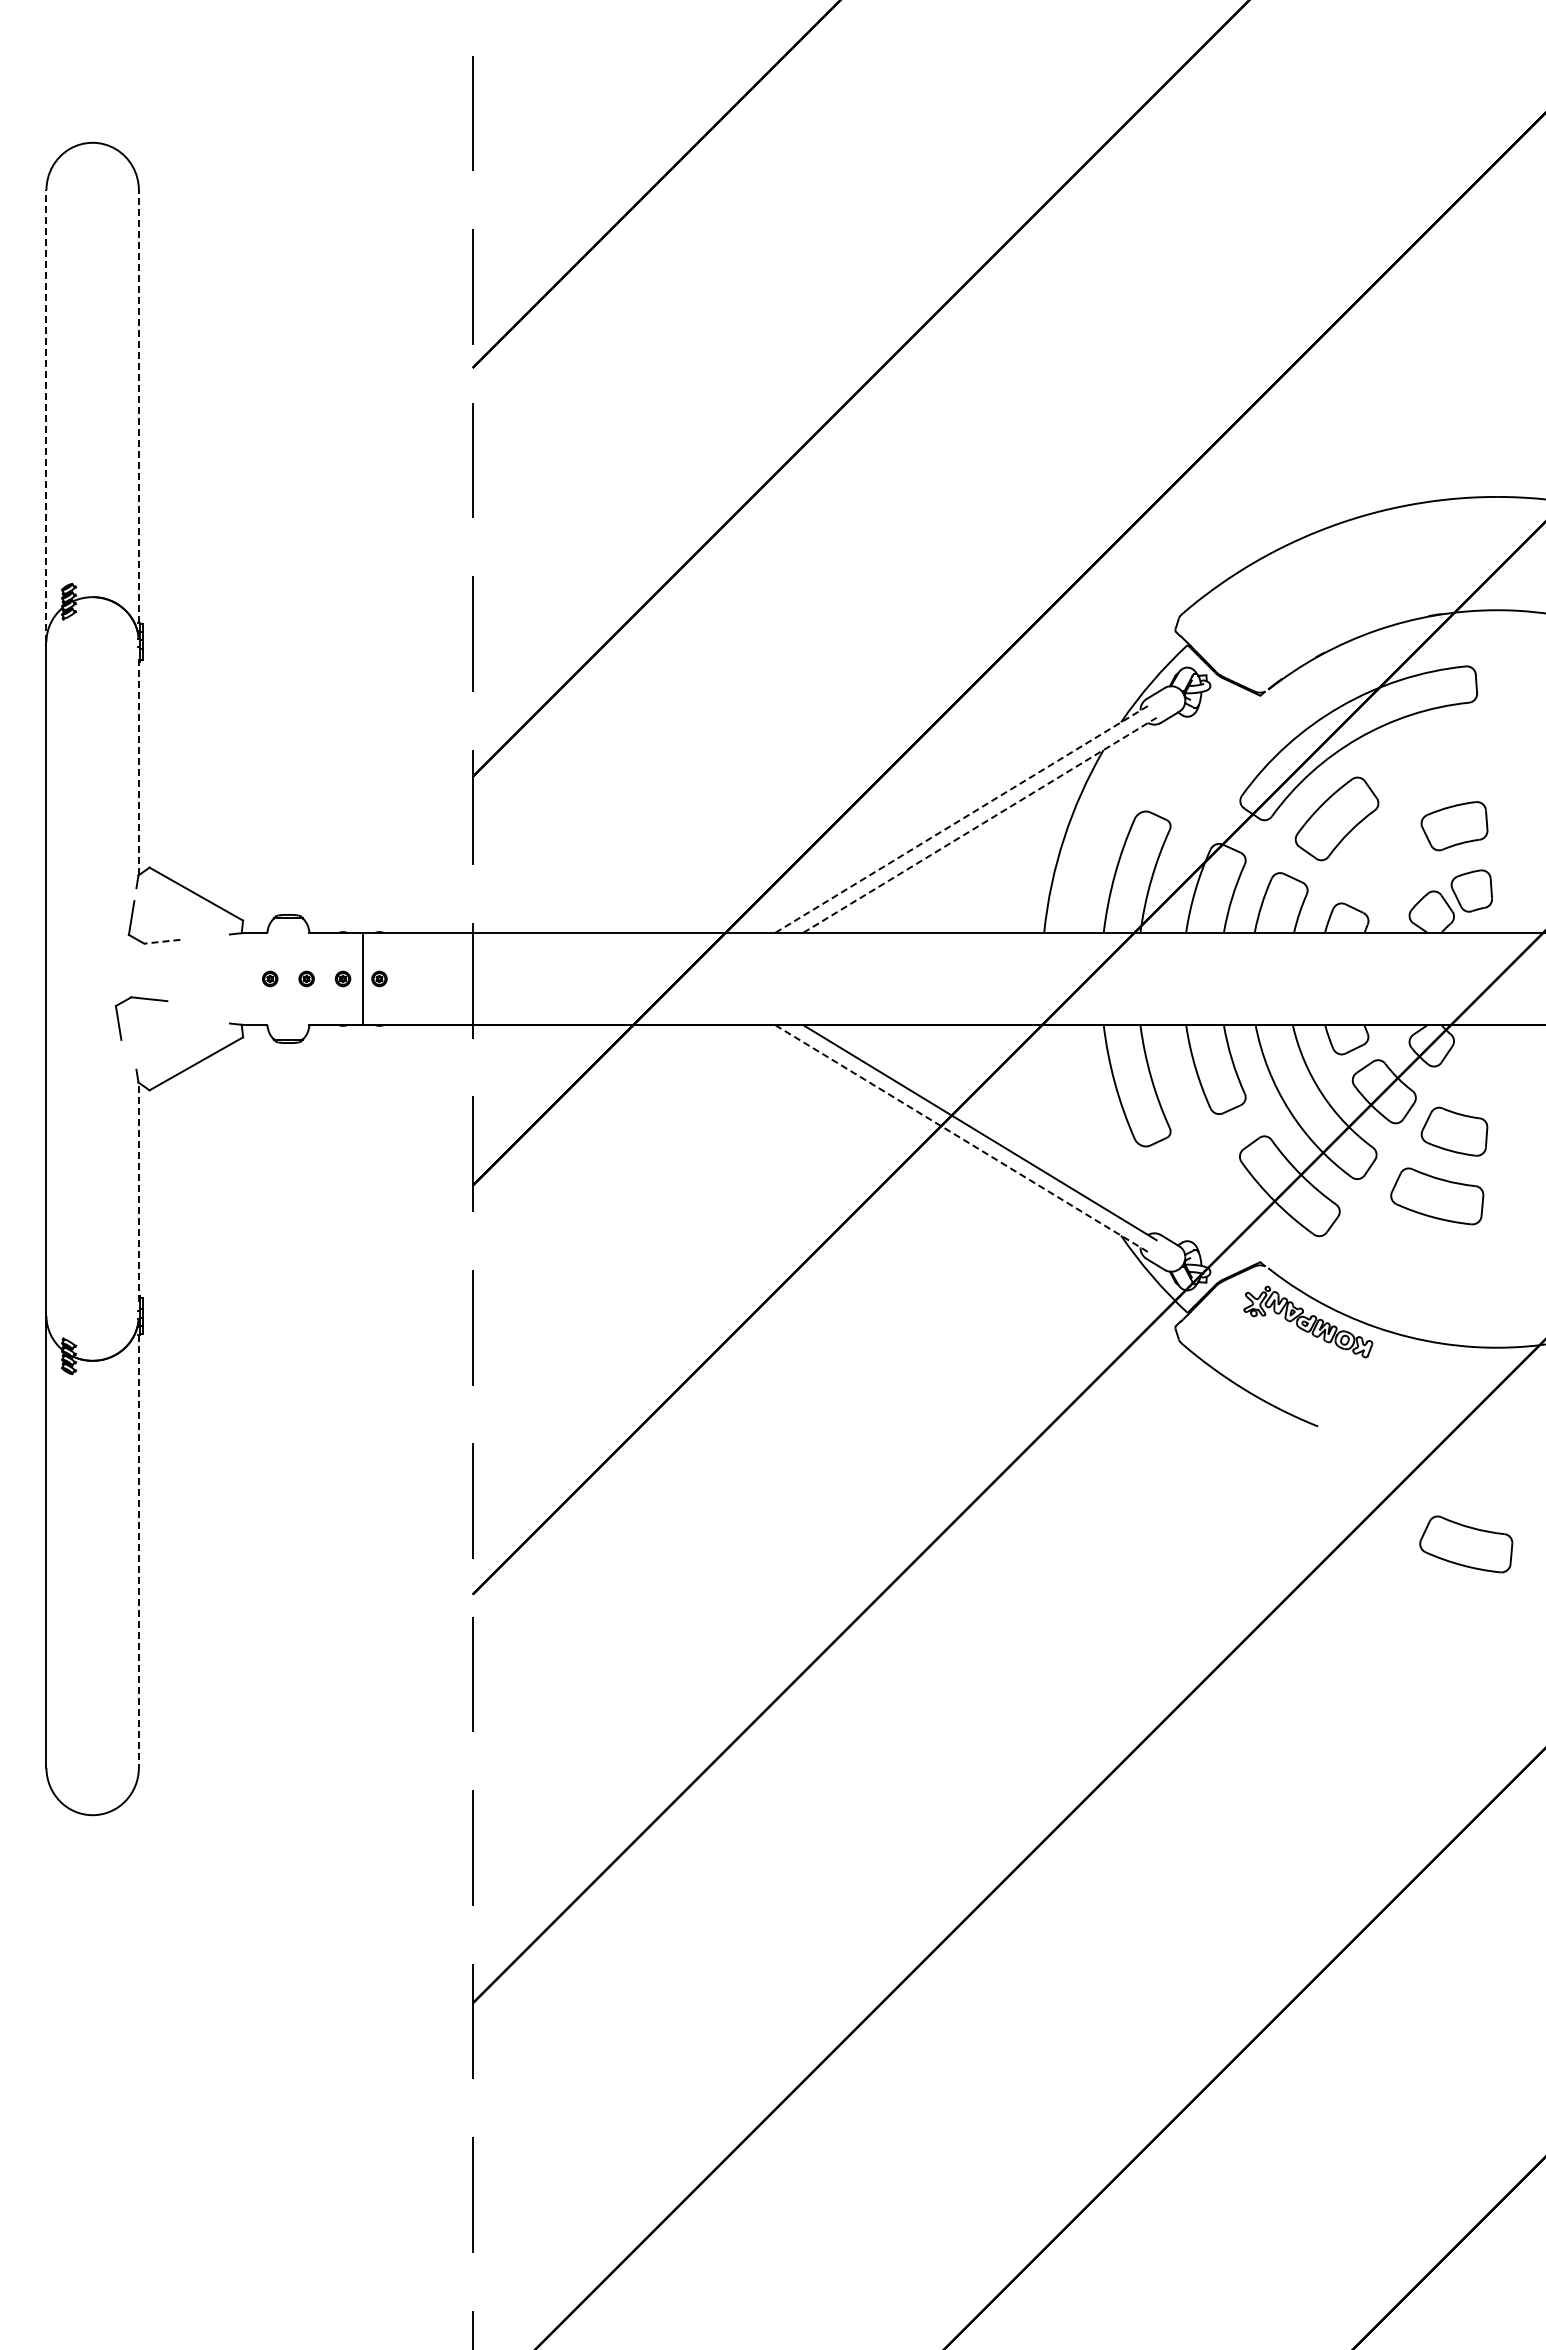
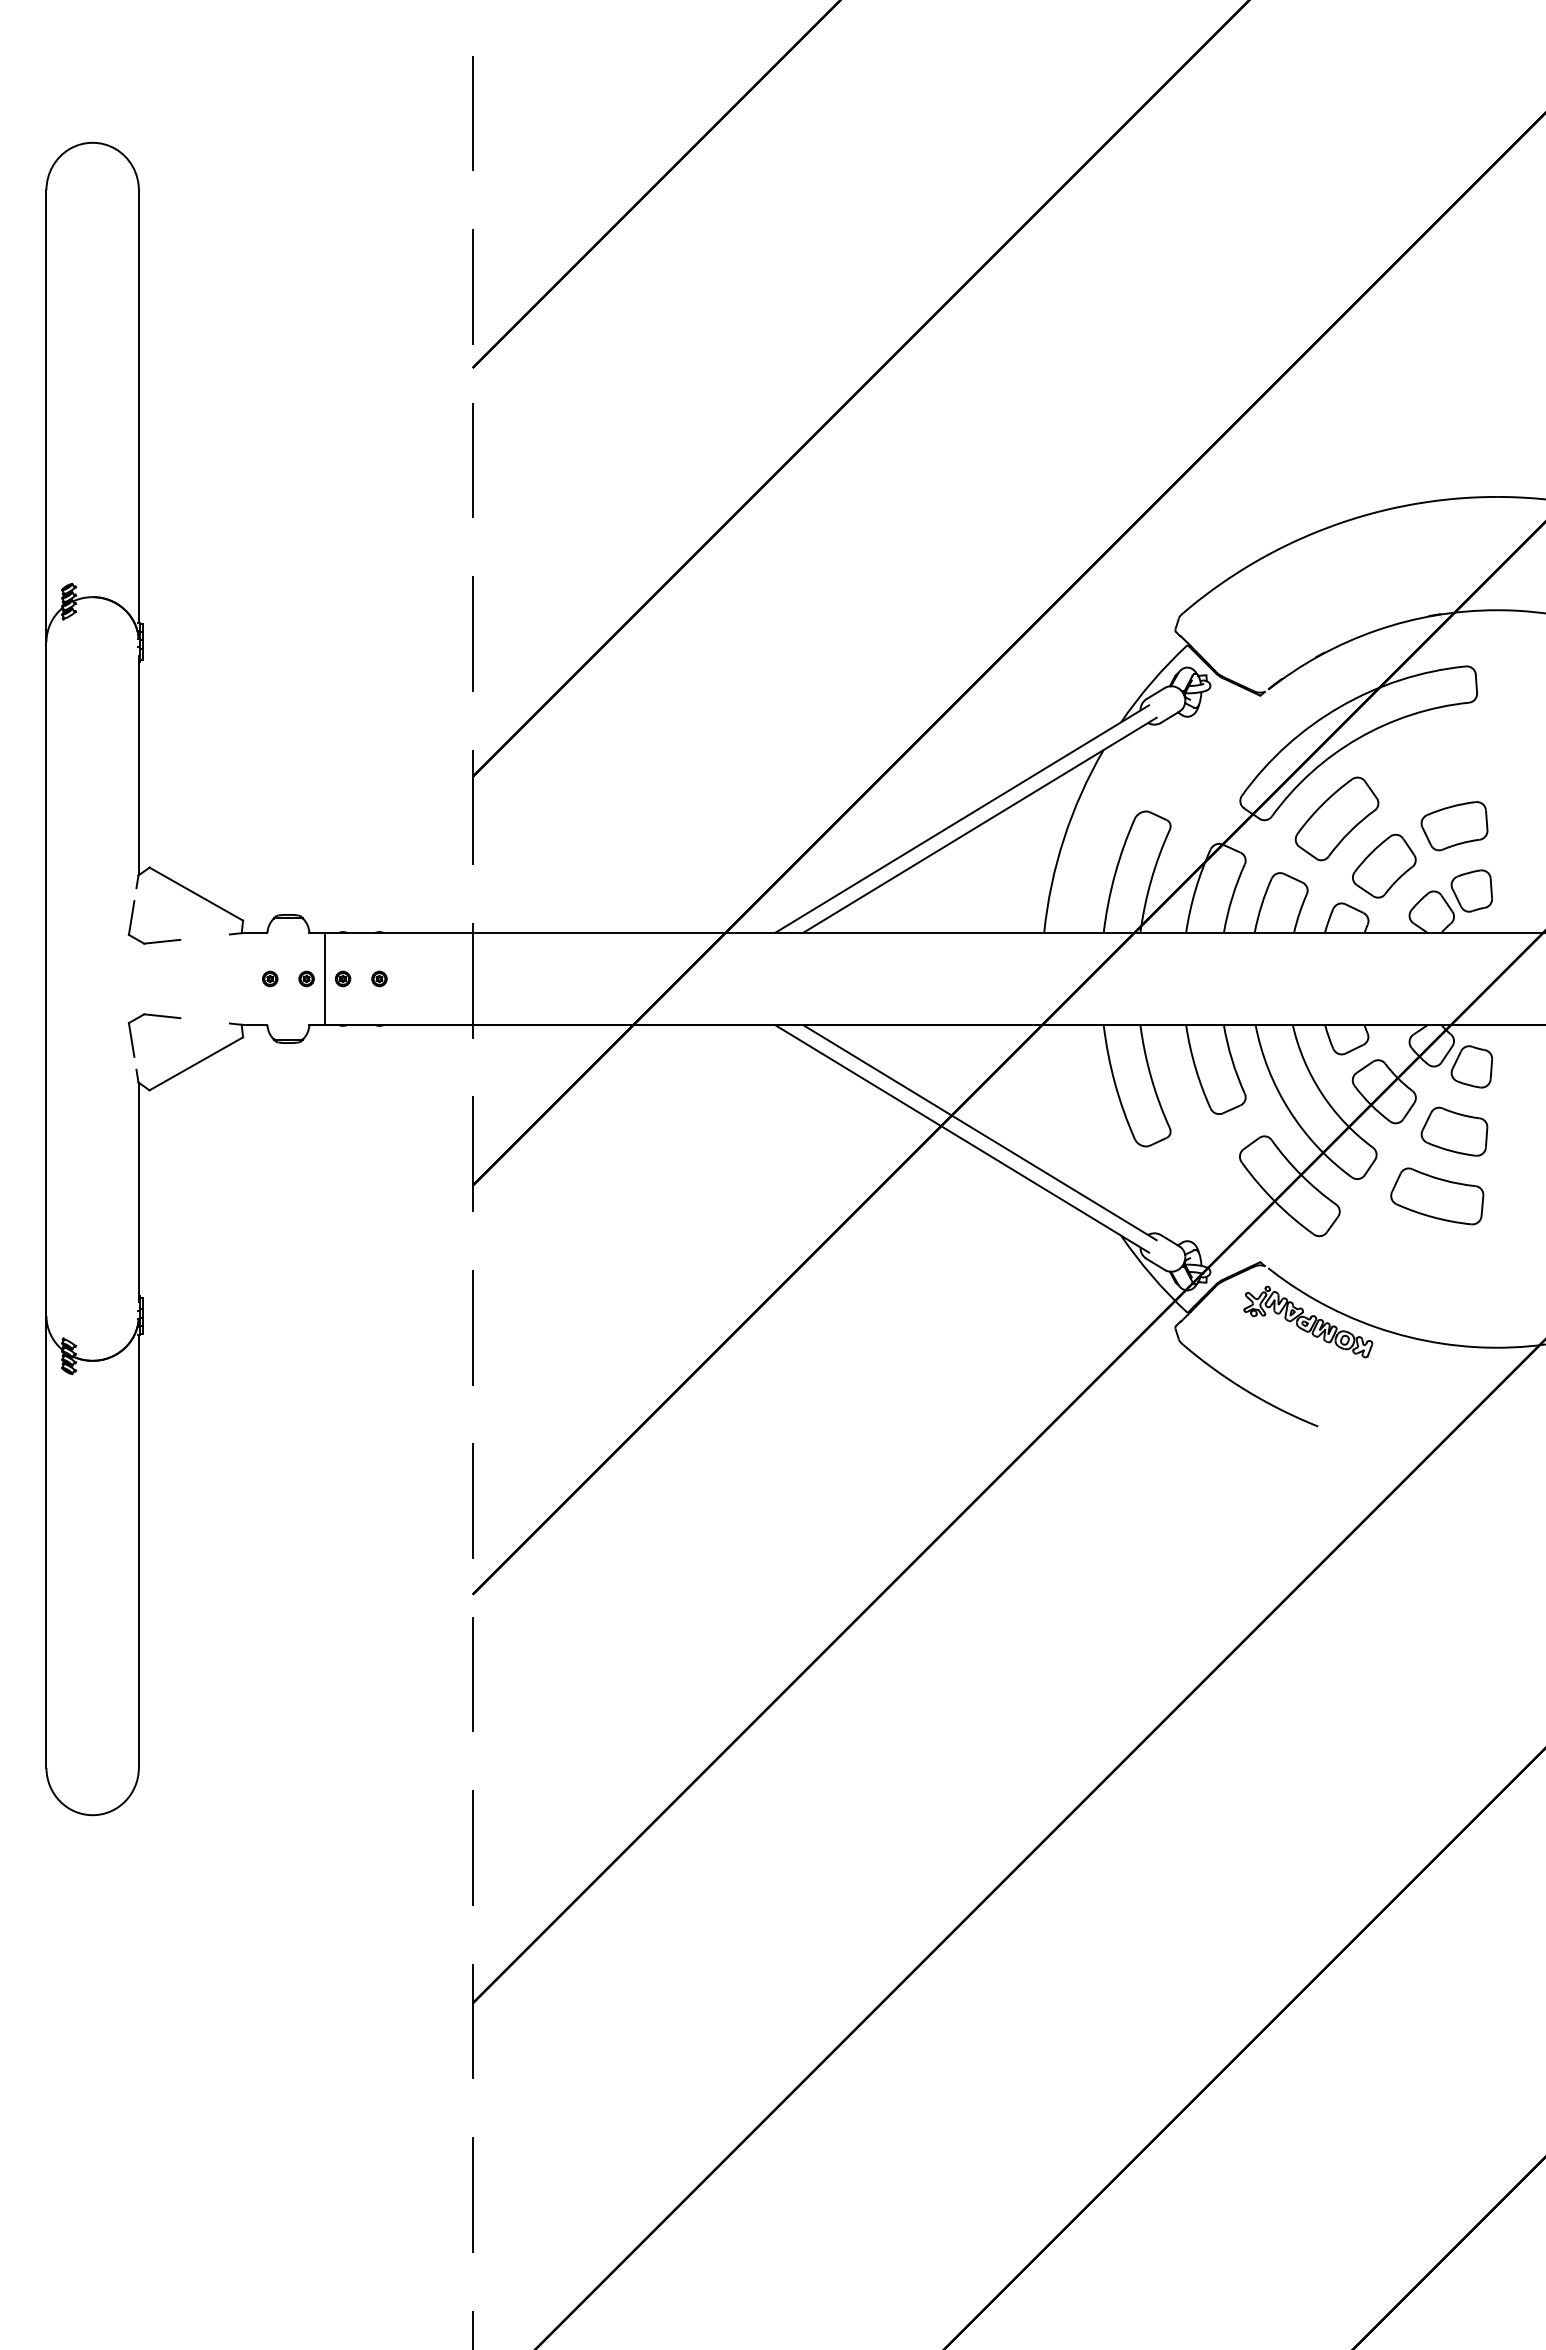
line at (138, 405): dashed -> solid
line at (46, 416): dashed -> solid
line at (138, 765): dashed -> solid
line at (962, 819): dashed -> solid
line at (980, 825): dashed -> solid
part at (1384, 865): none -> present
line at (161, 941): dashed -> solid
line at (362, 978) position: (362, 978) -> (324, 978)
part at (141, 999) position: (141, 999) -> (154, 1016)
part at (1471, 1066): none -> present
line at (962, 1138): dashed -> solid
line at (138, 1191): dashed -> solid
part at (1466, 1544): present -> none
line at (138, 1552): dashed -> solid
